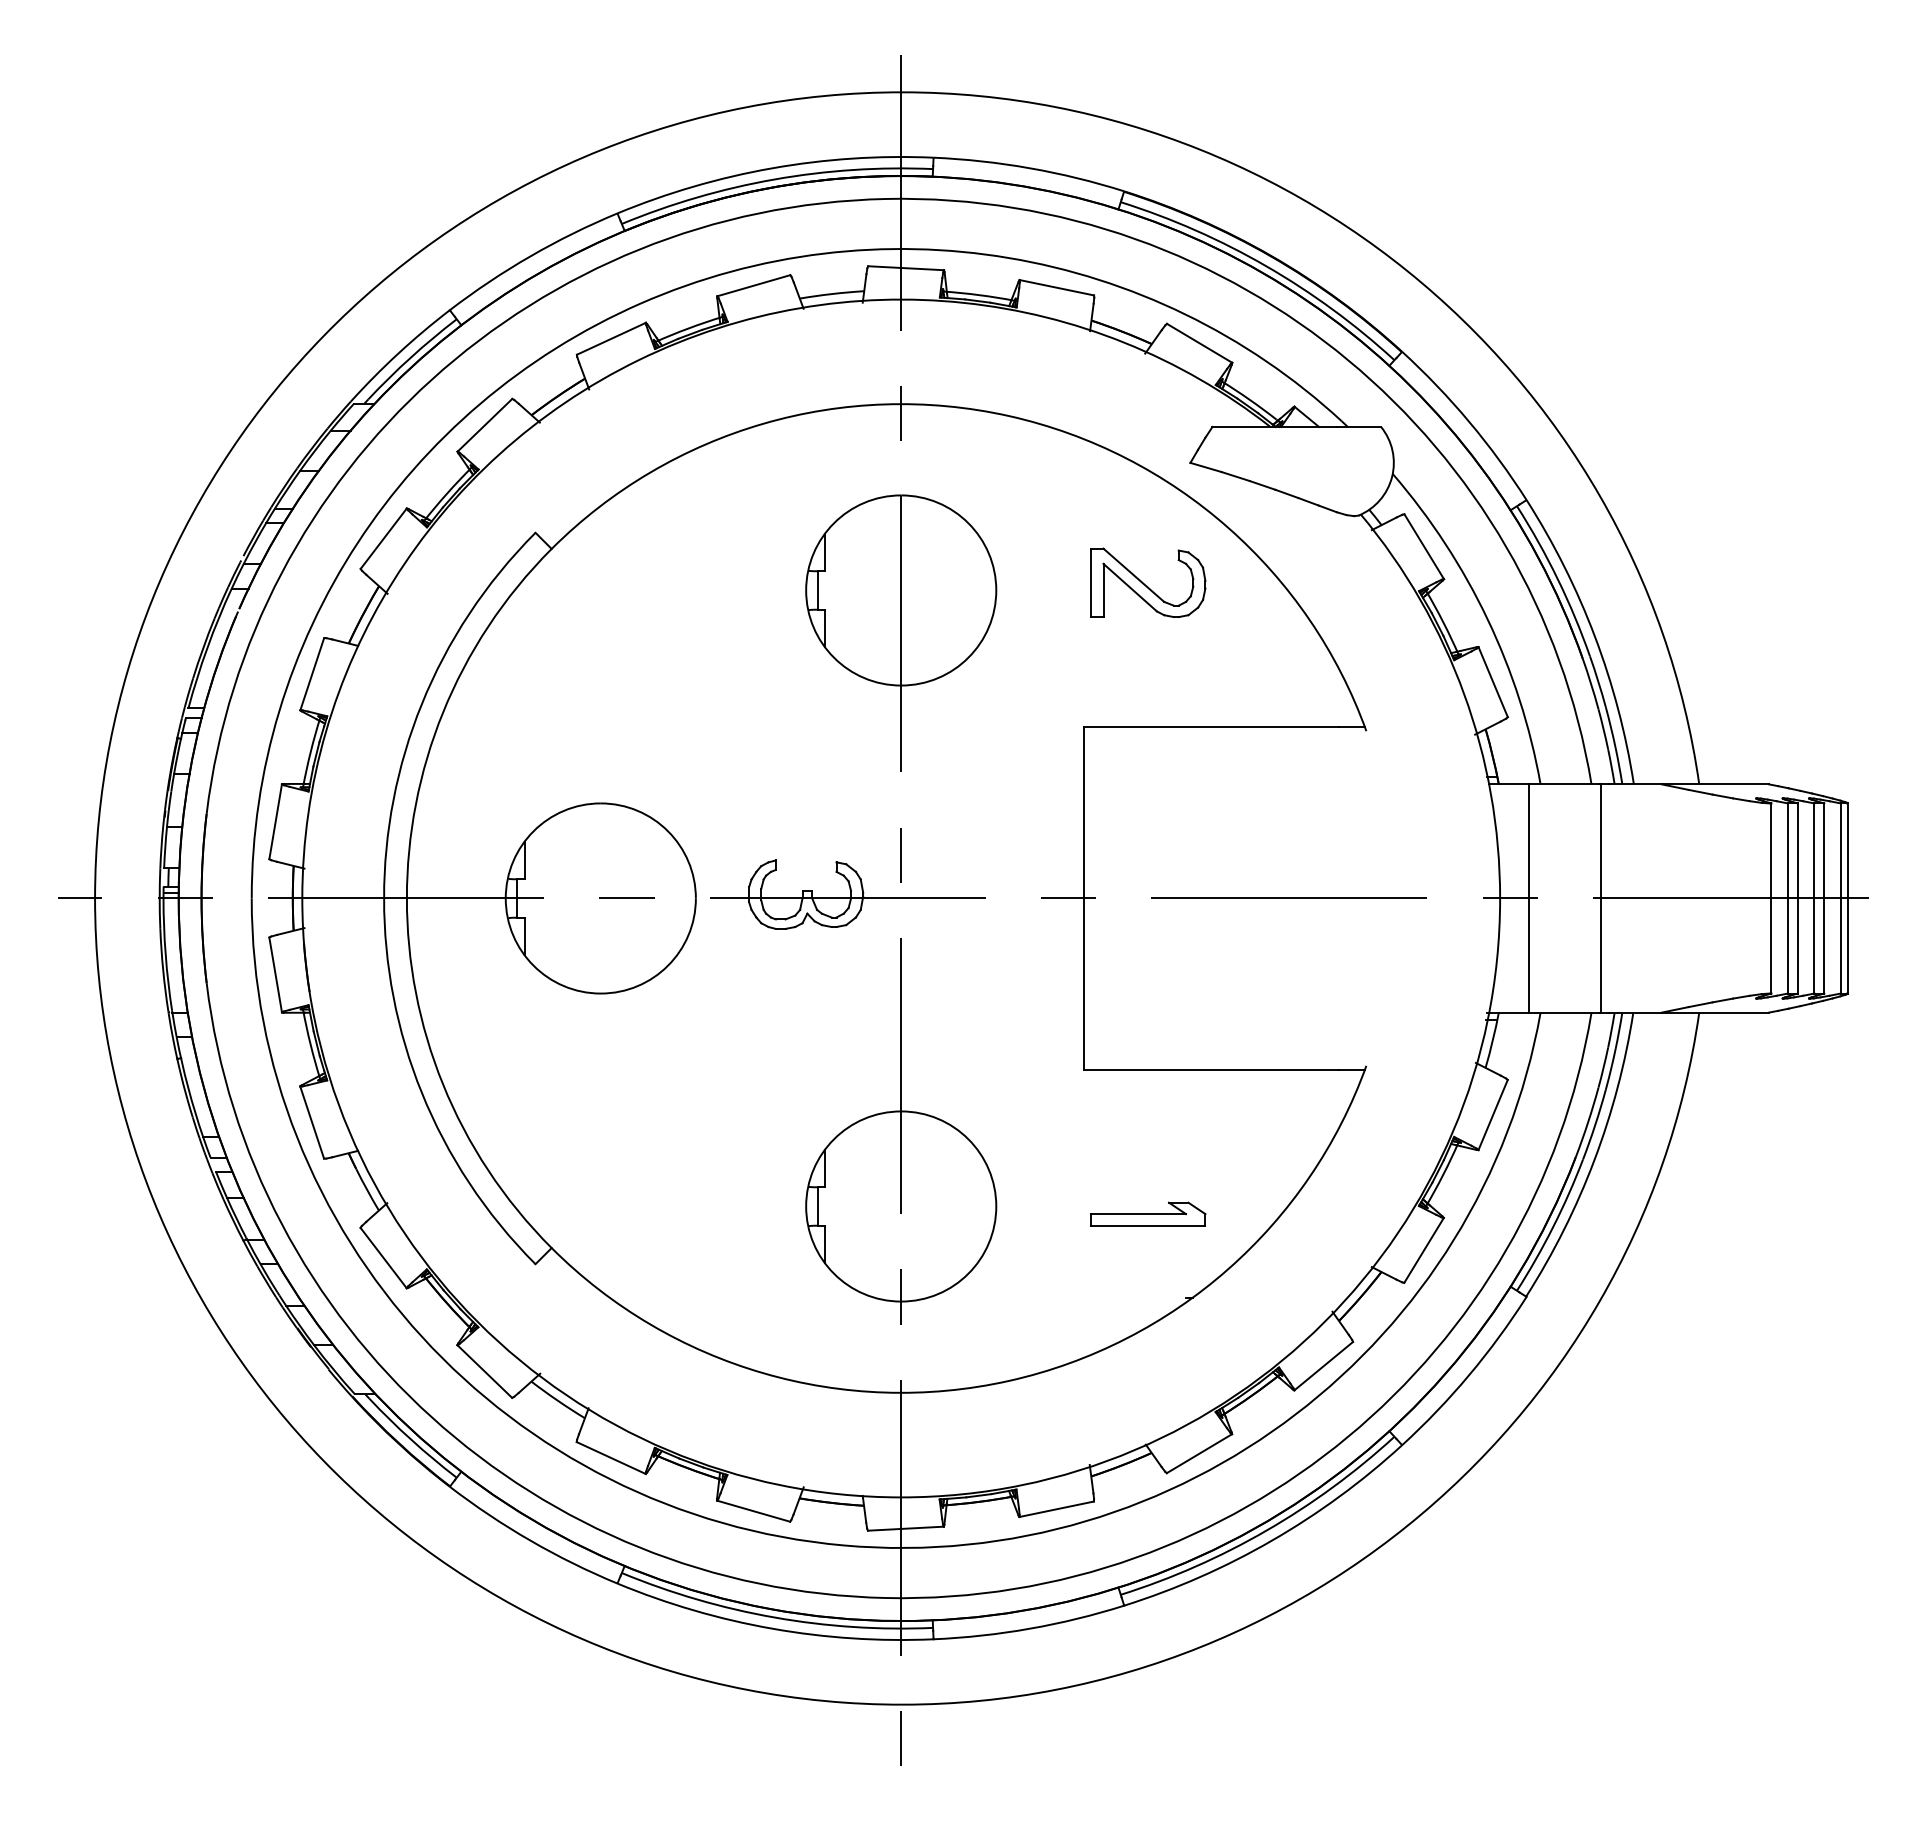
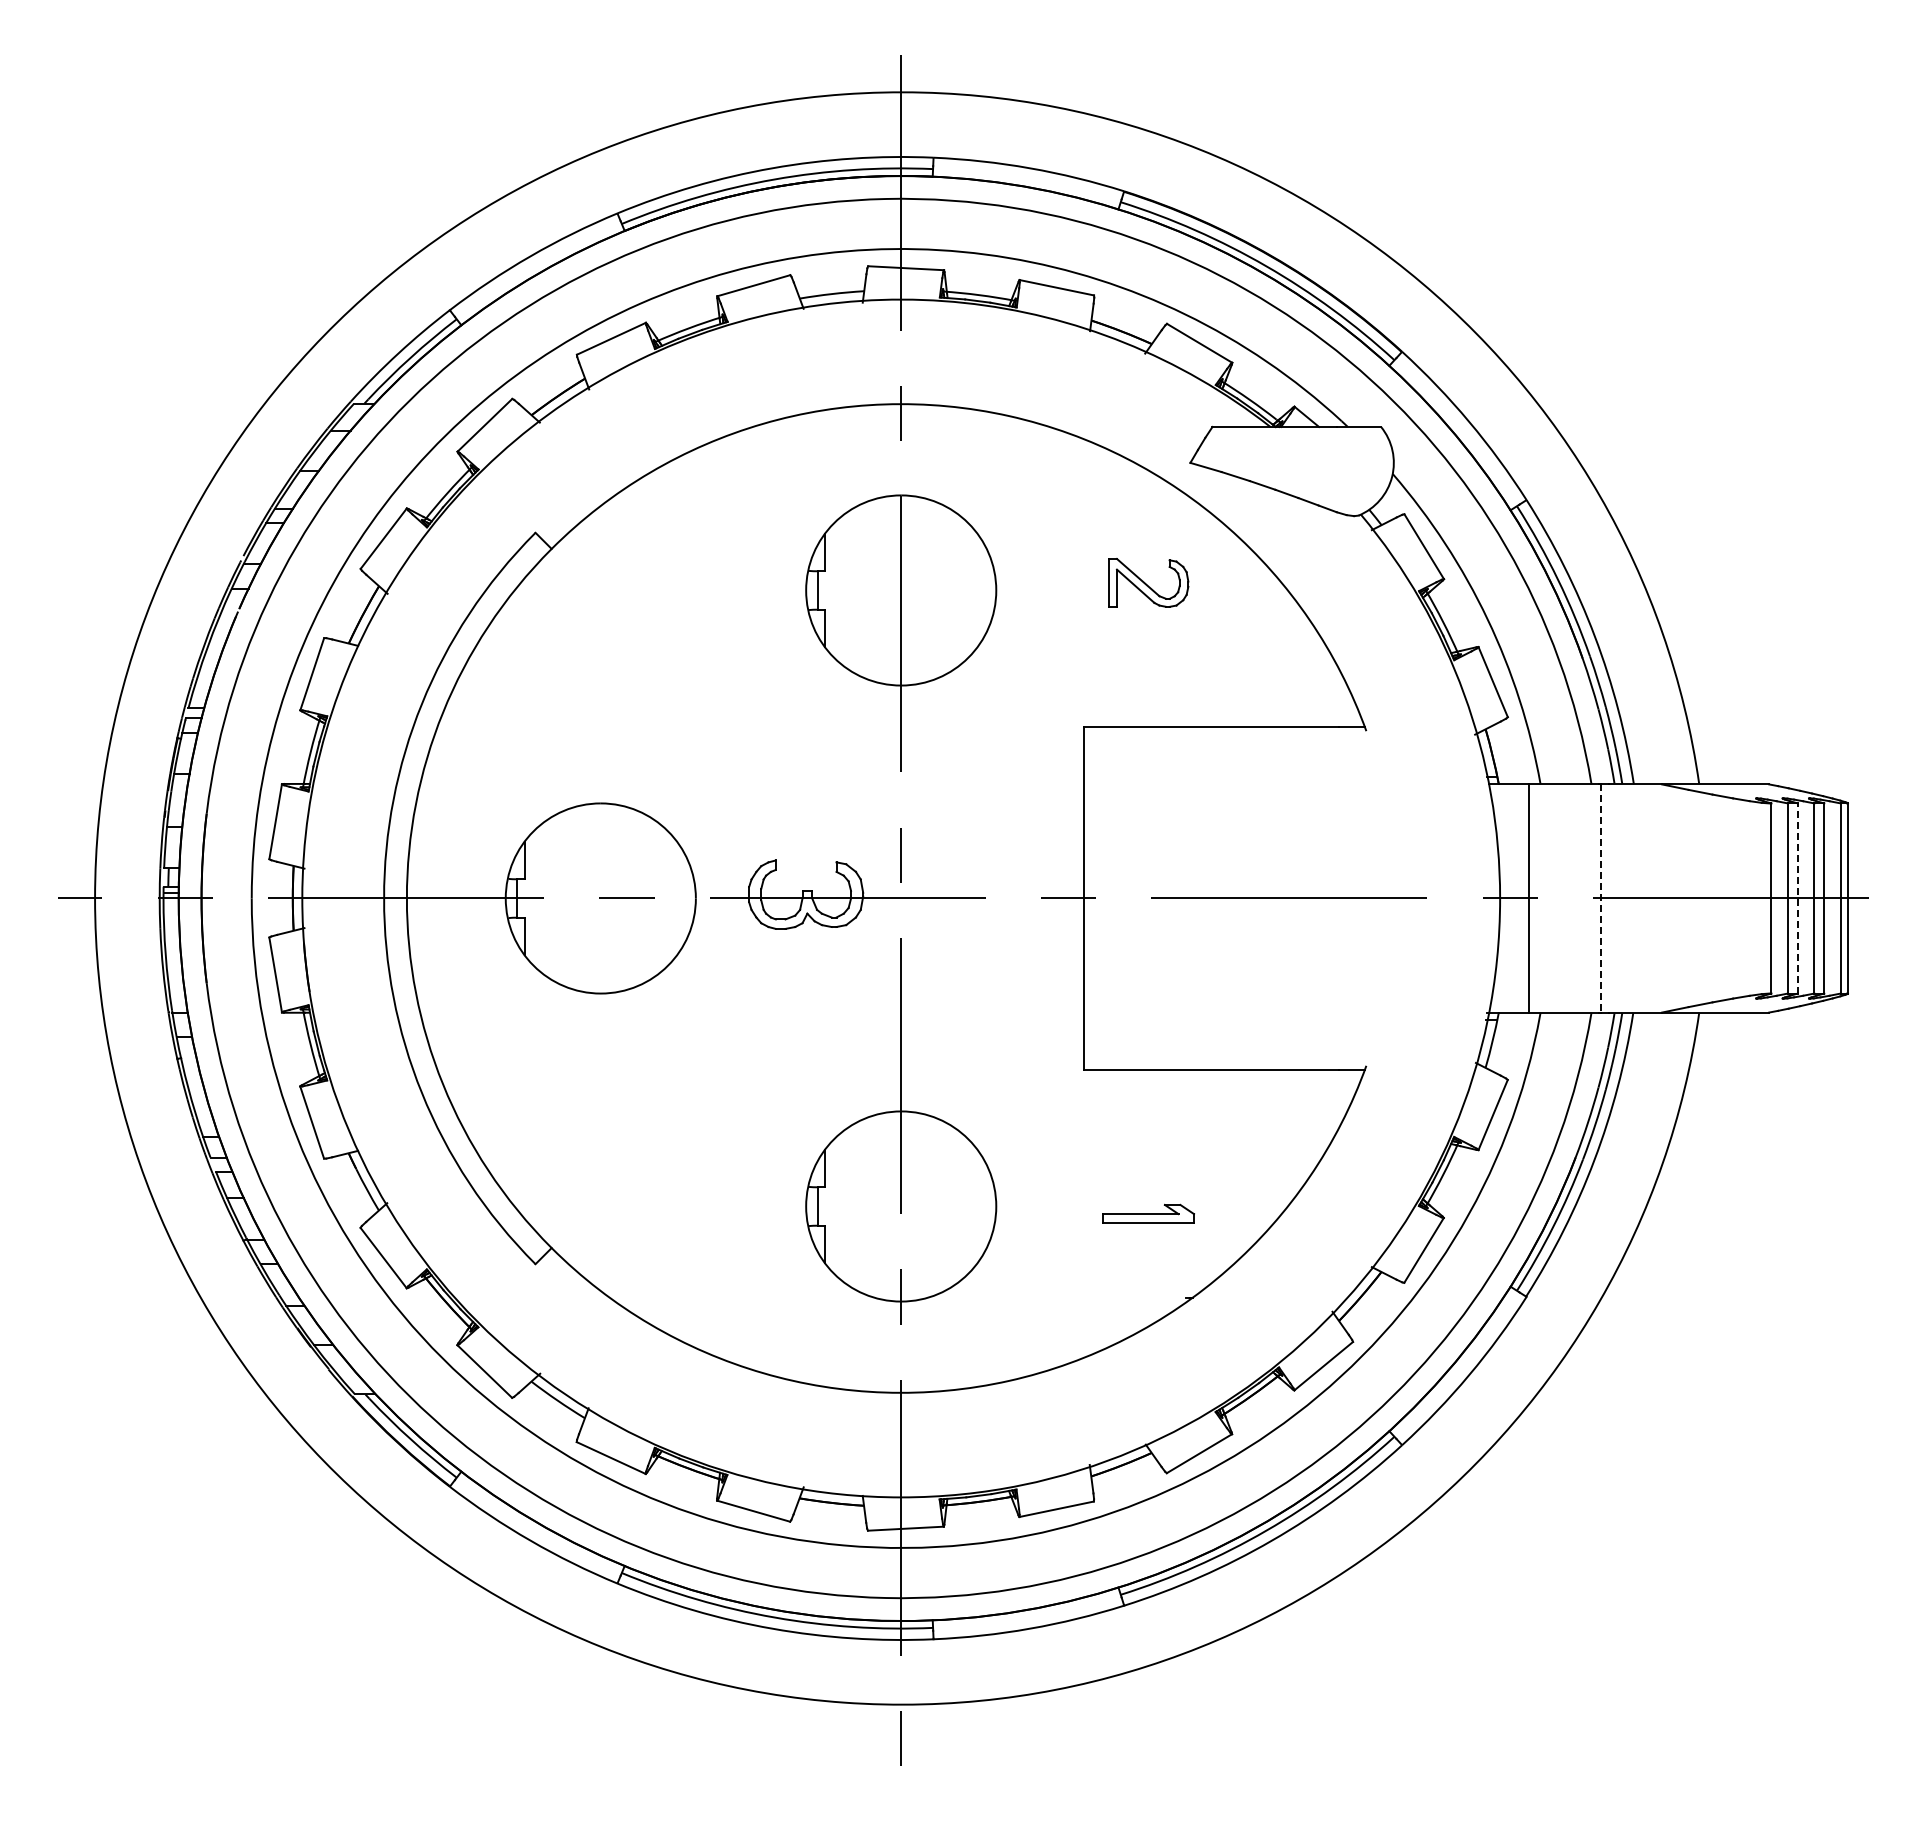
part at (1148, 582) size: 117x72 px -> 82x50 px
line at (1797, 898): solid -> dashed
line at (1600, 899): solid -> dashed
part at (1148, 1213) size: 117x26 px -> 93x21 px
